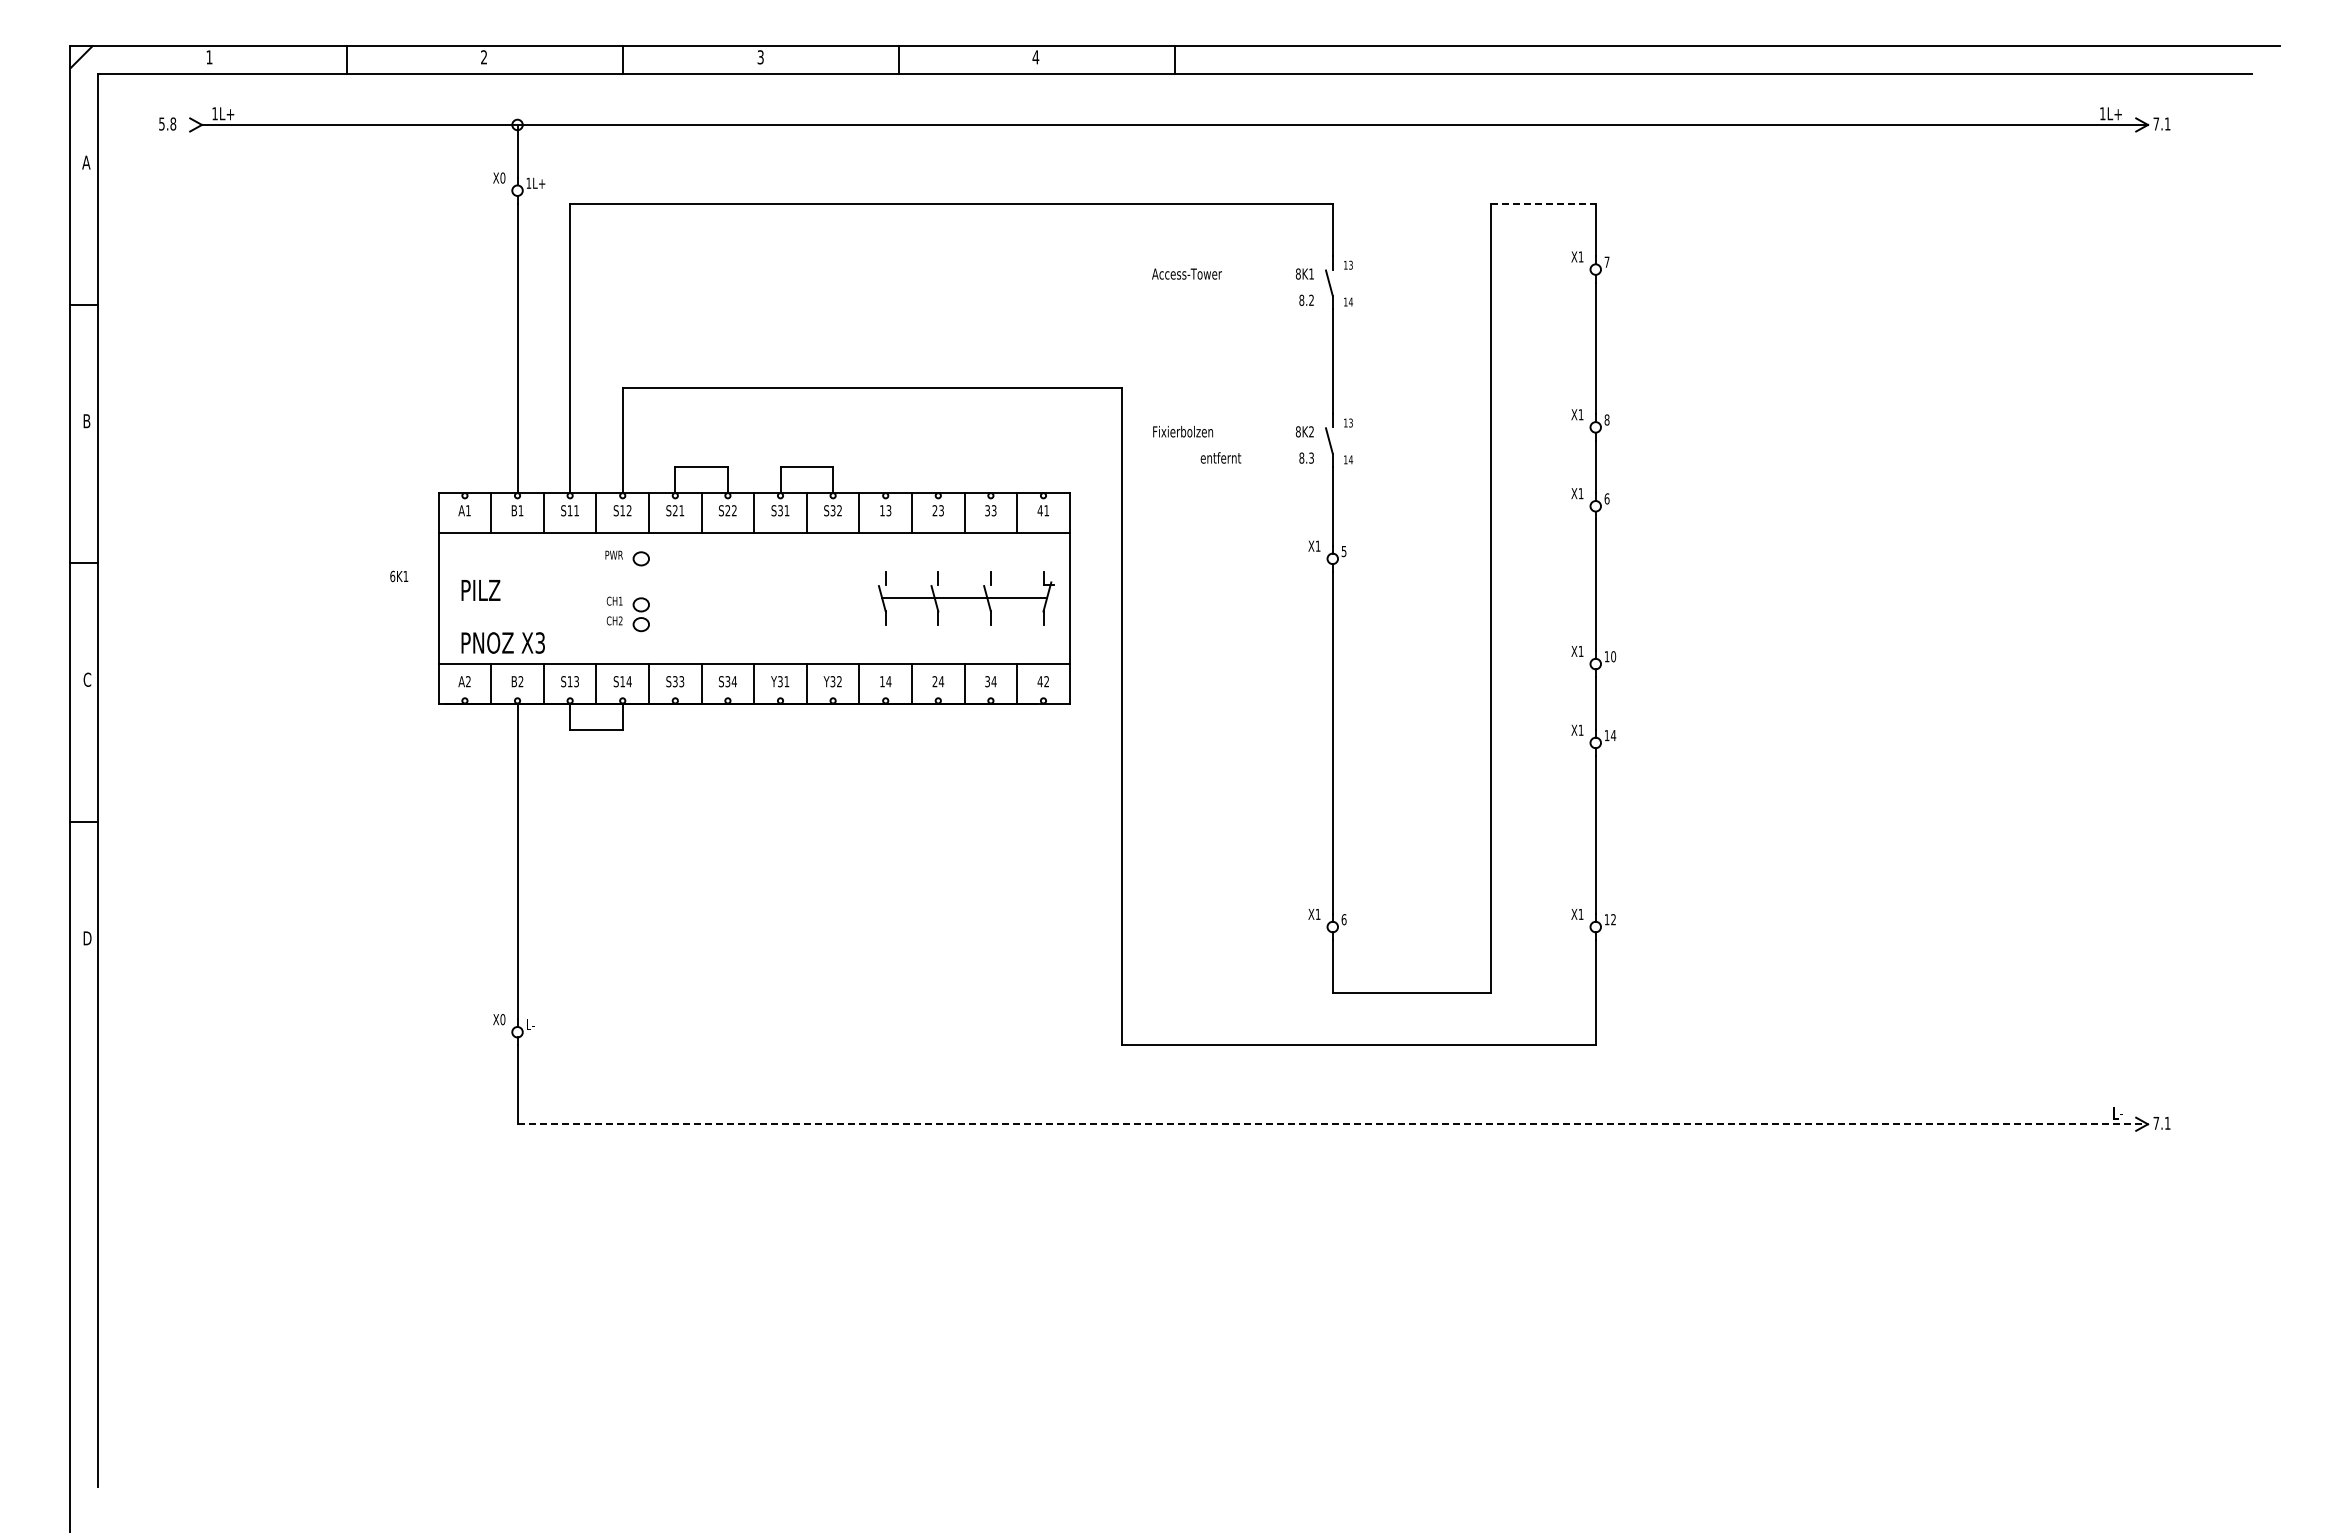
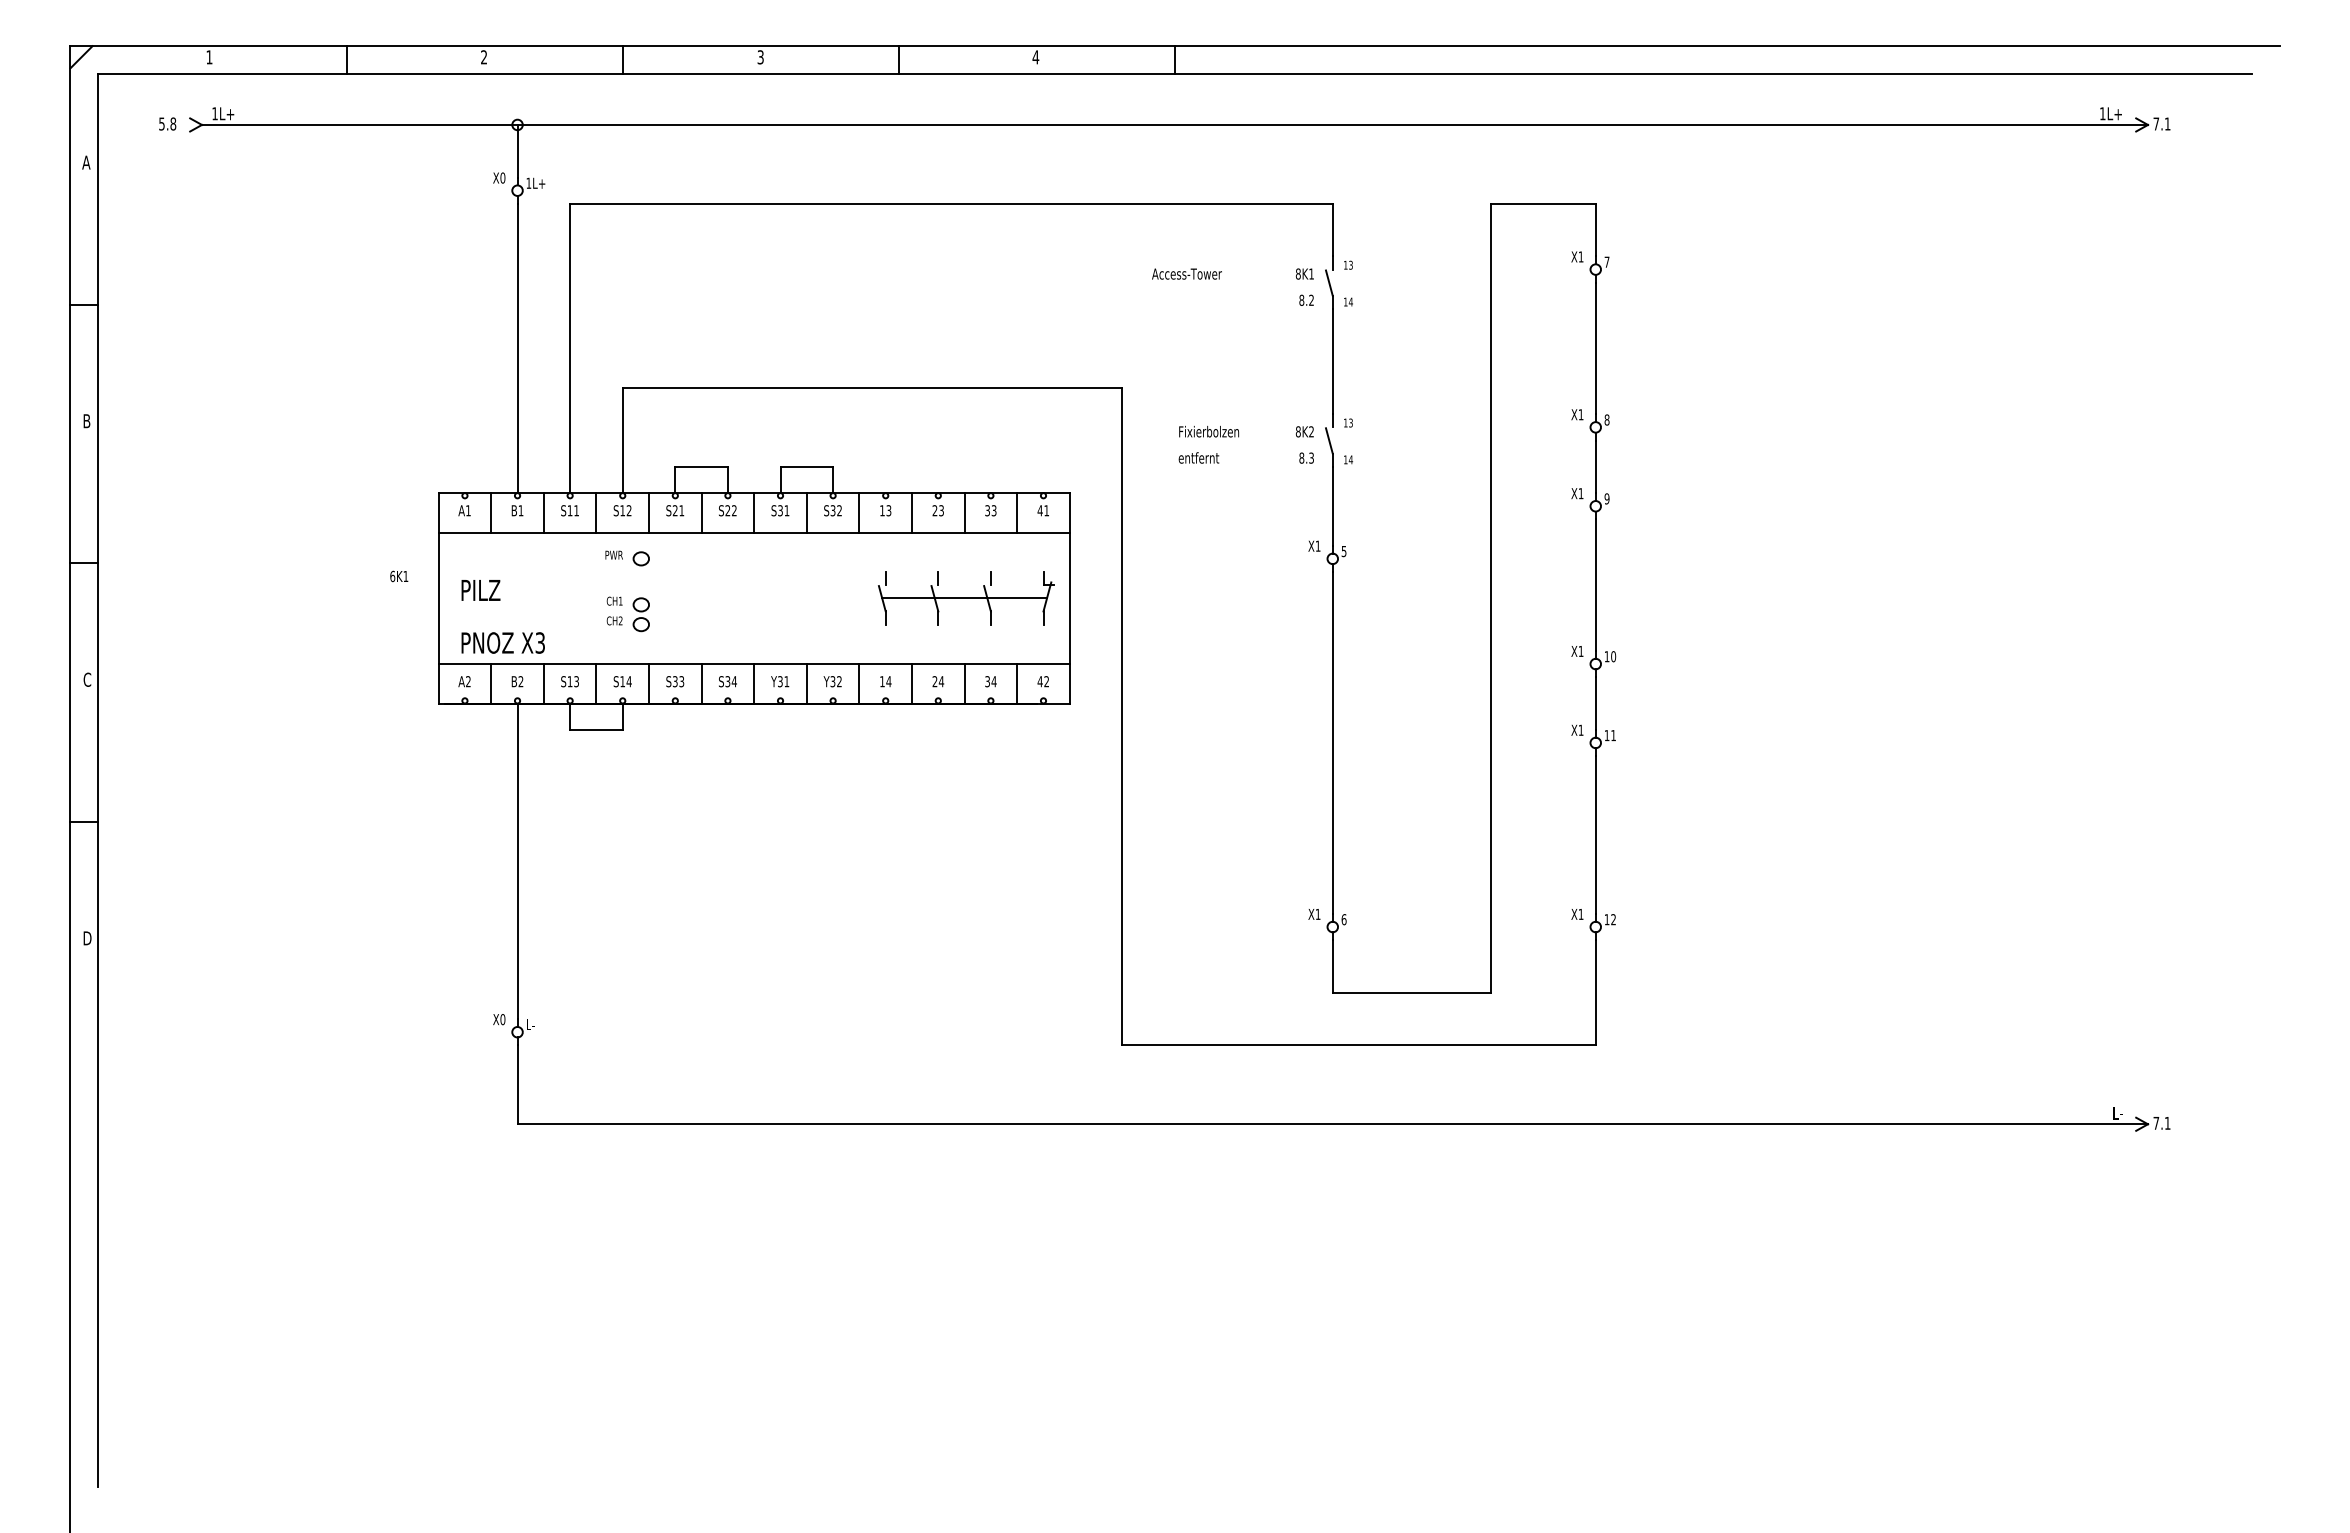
line at (1543, 203): dashed -> solid
text at (1183, 431) position: (1183, 431) -> (1209, 431)
text at (1220, 457) position: (1220, 457) -> (1198, 457)
text at (1606, 498): 6 -> 9
text at (1613, 735): 14 -> 11
line at (1333, 1124): dashed -> solid
